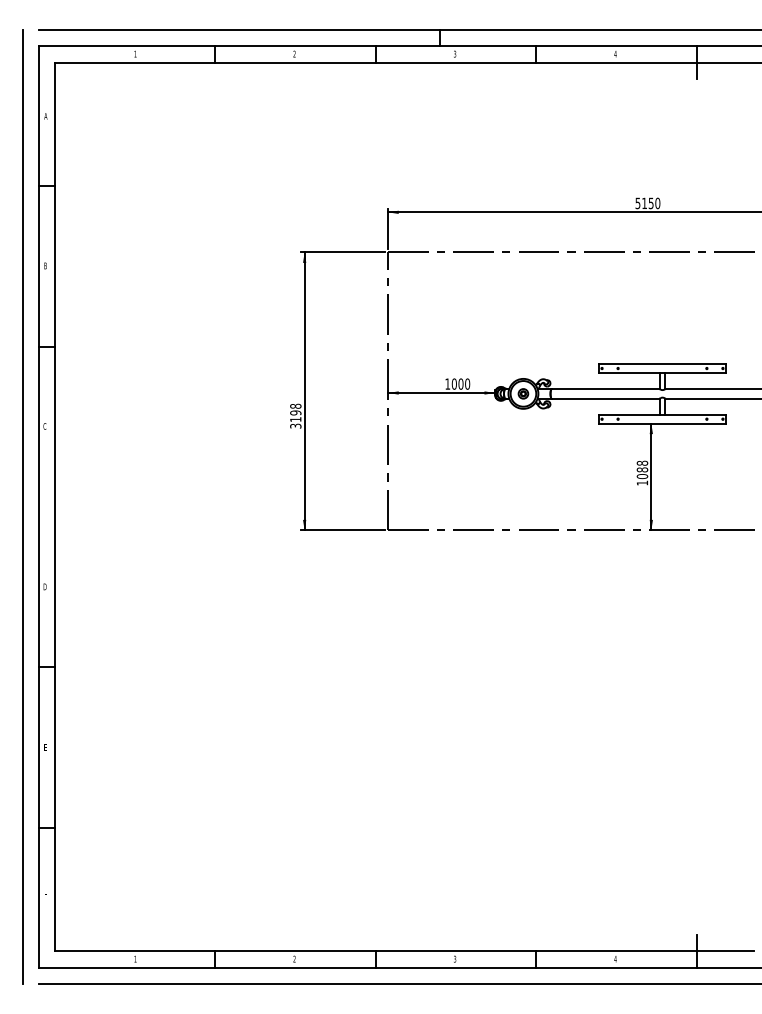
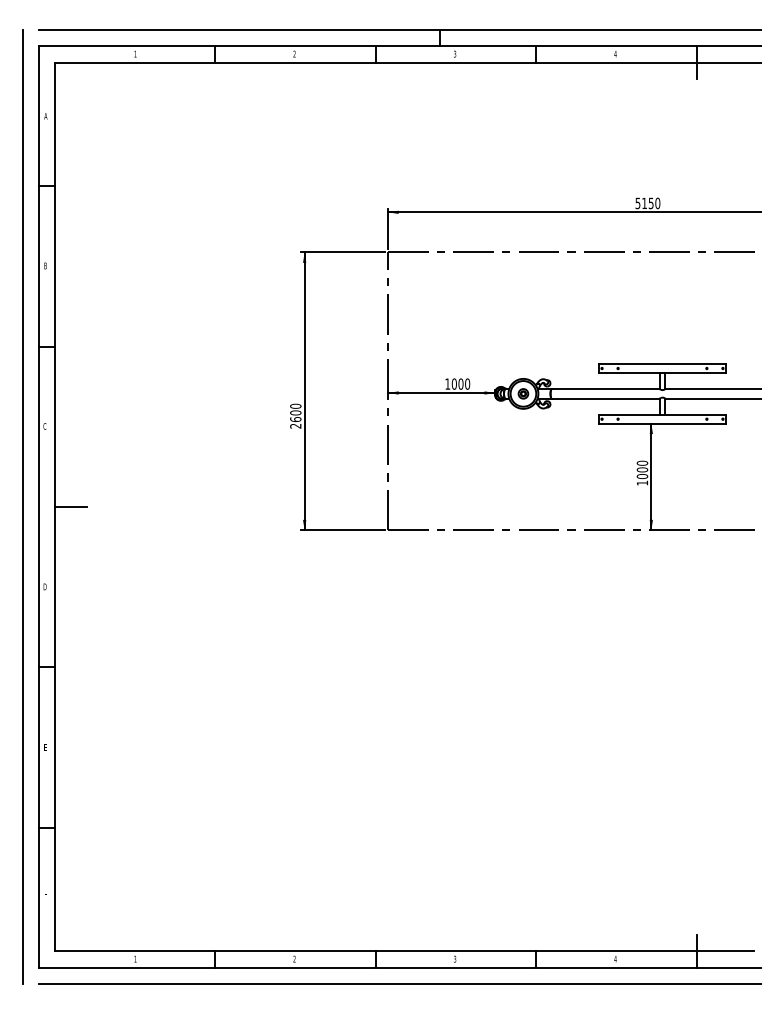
text at (295, 415): 3198 -> 2600
text at (642, 466): 1088 -> 1000
line at (70, 507): none -> present
